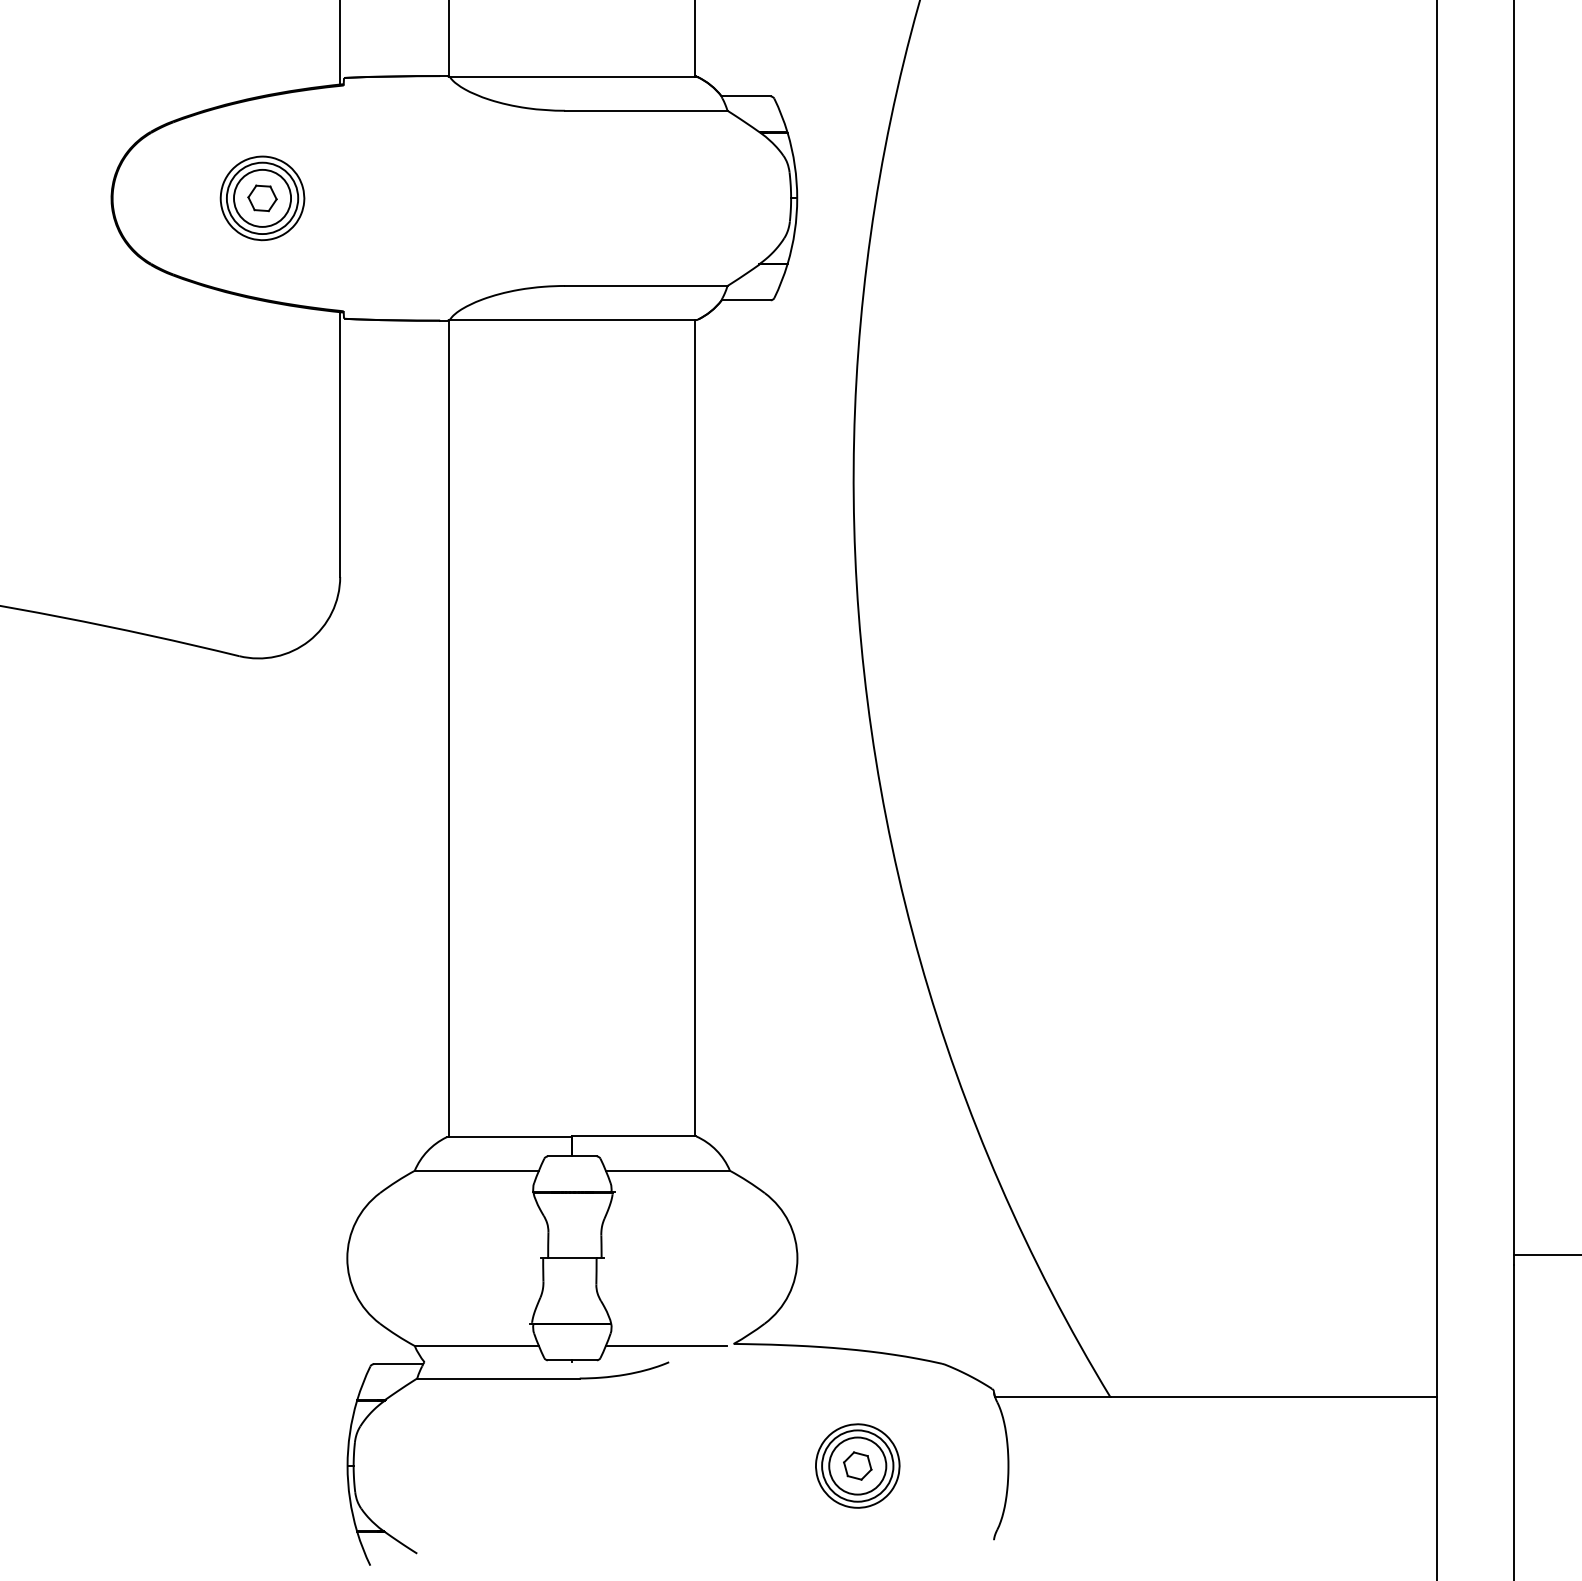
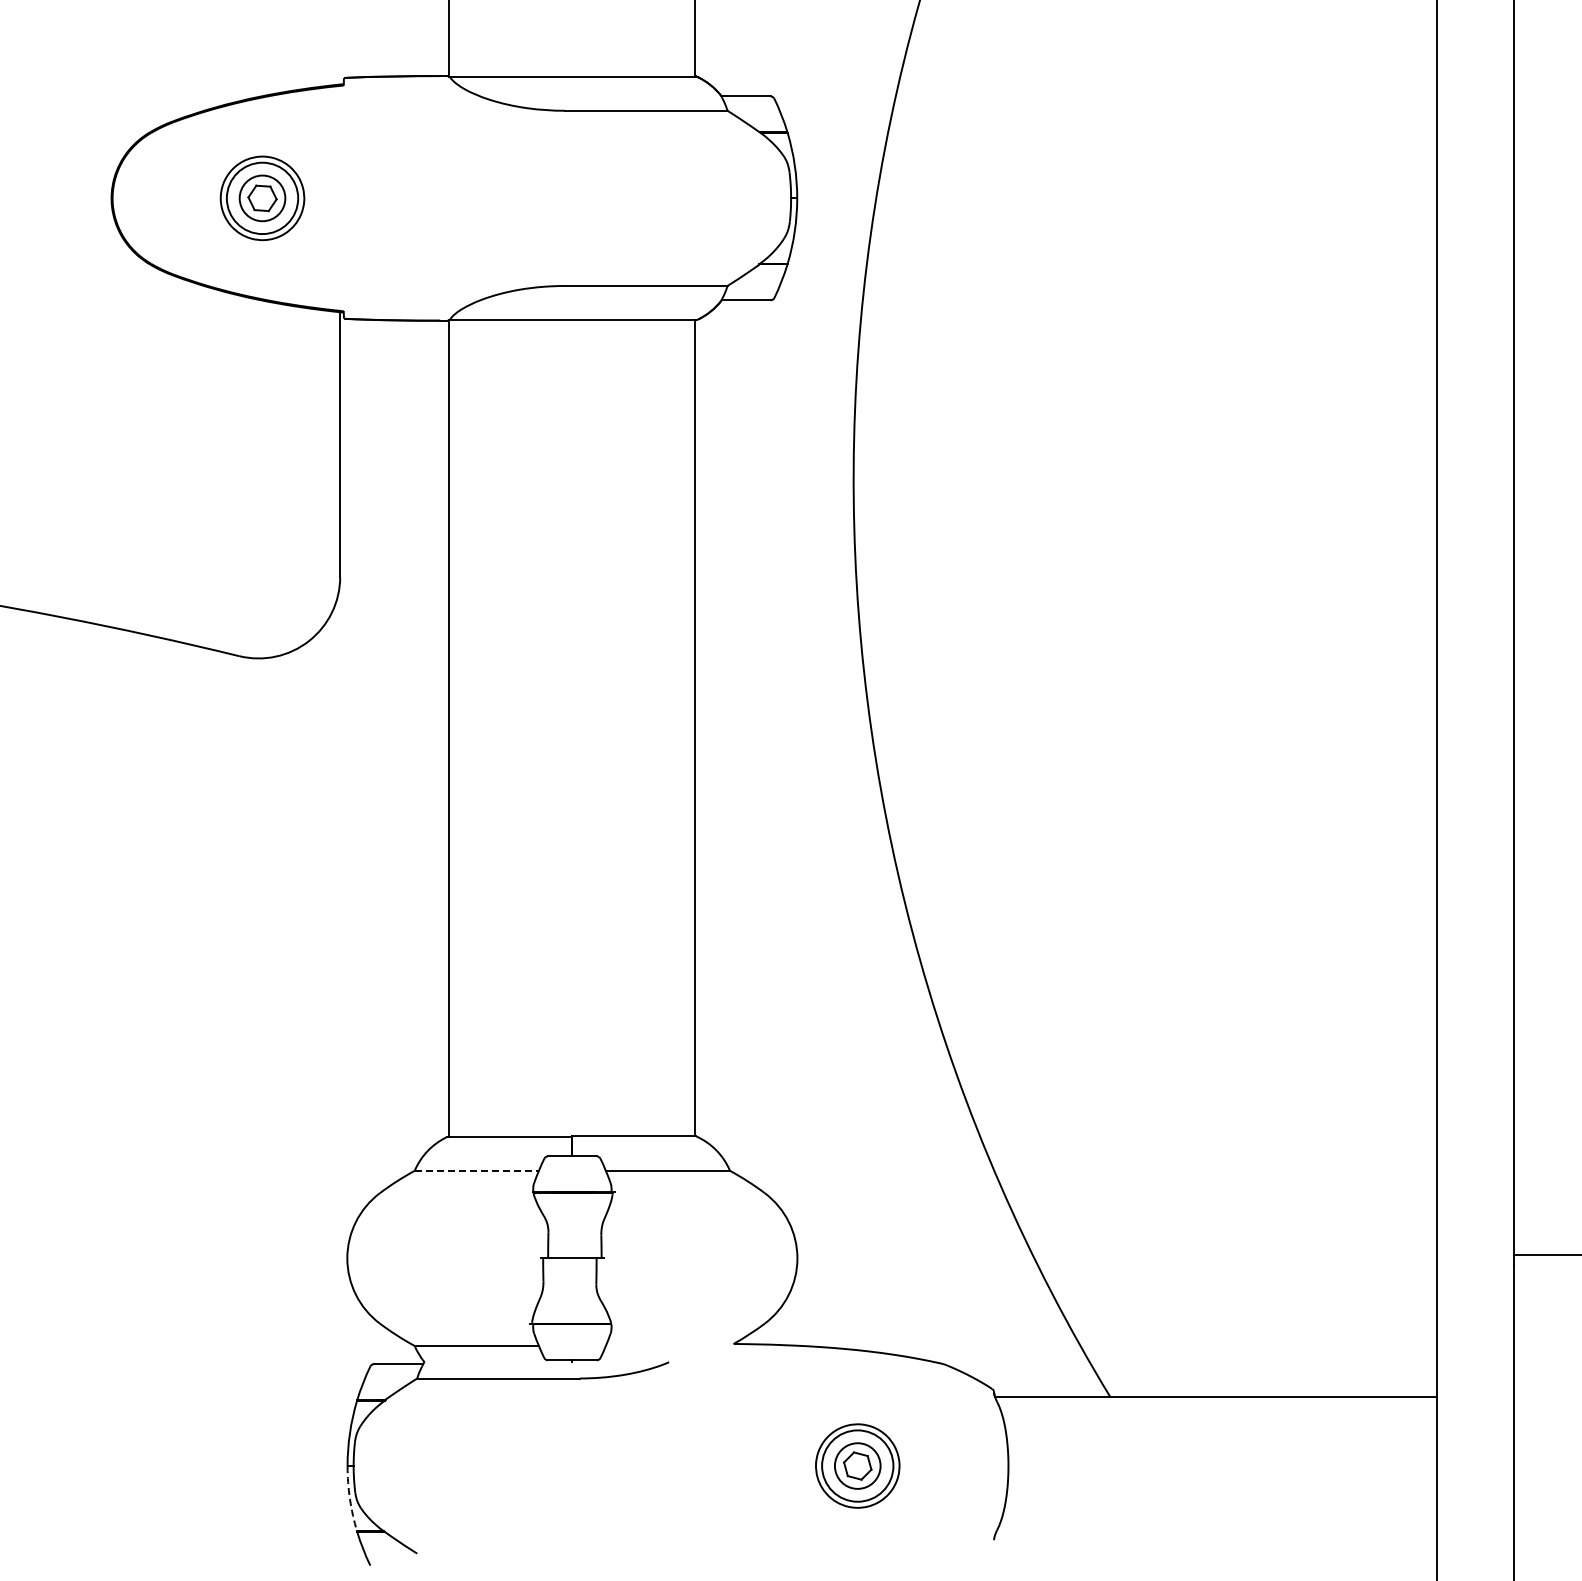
line at (340, 43): present -> none
circle at (262, 197) diameter: 57 px -> 46 px
line at (477, 1170): solid -> dashed
line at (666, 1345): present -> none
circle at (857, 1465) diameter: 57 px -> 46 px
arc at (349, 1499): solid -> dashed
